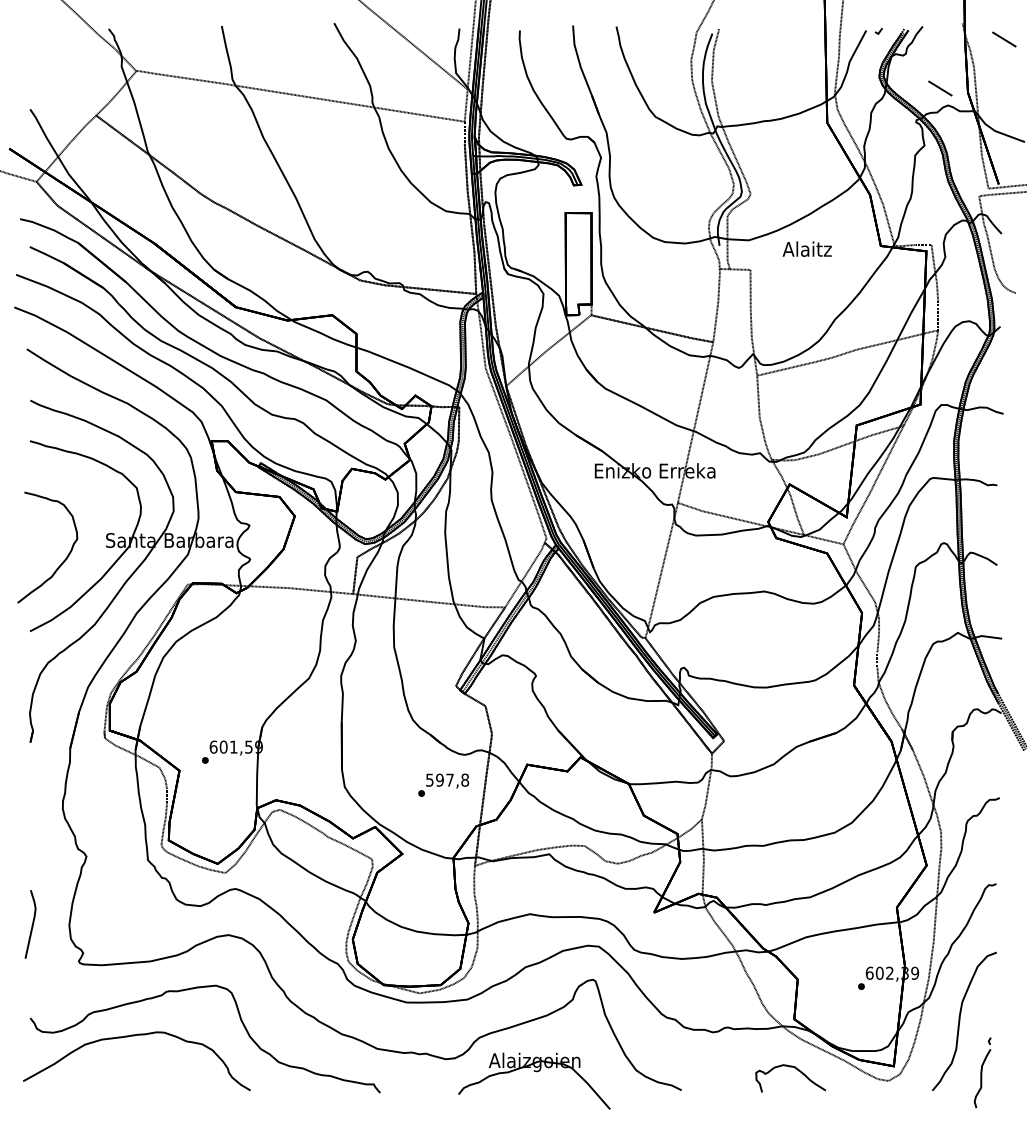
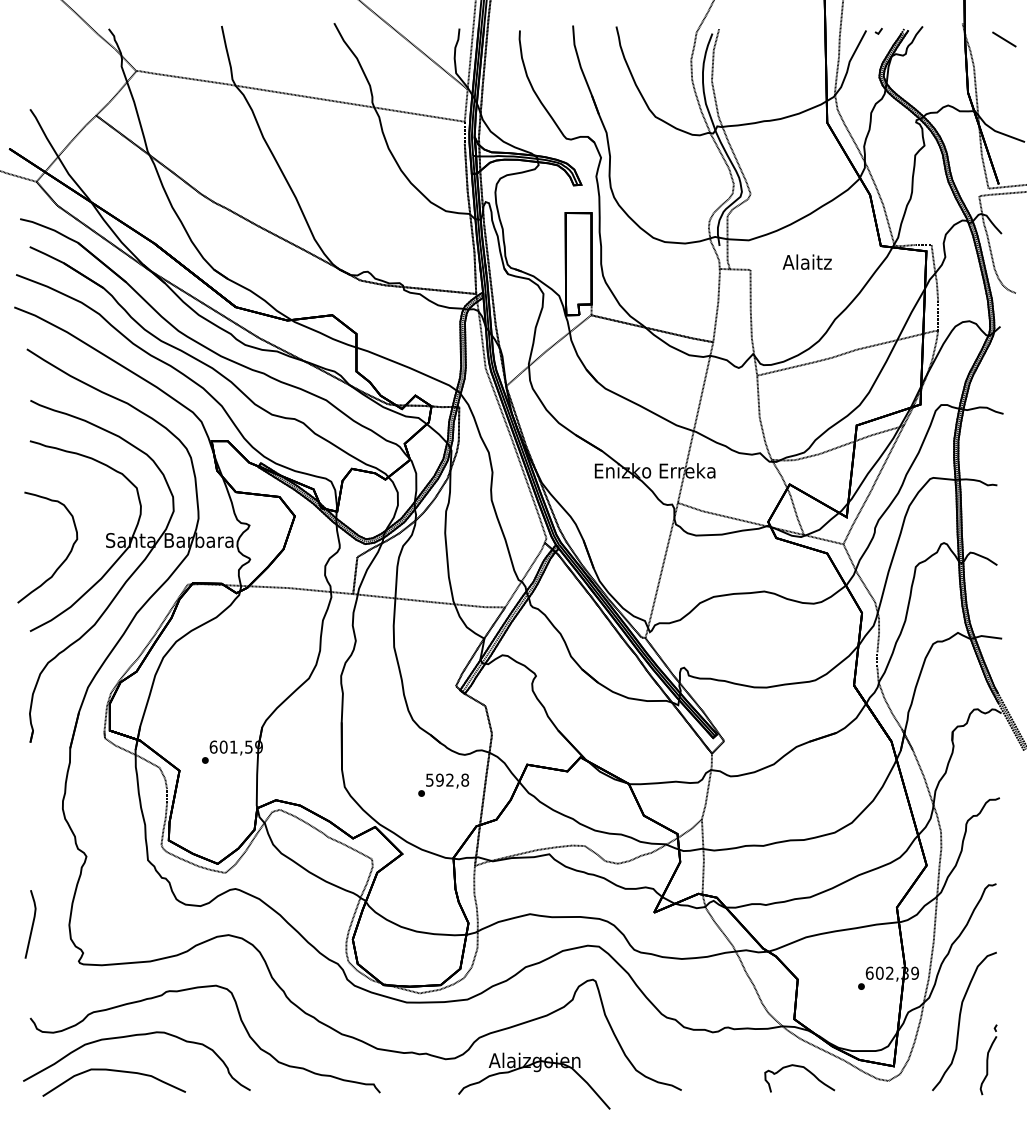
line at (940, 88): present -> none
text at (806, 248) position: (806, 248) -> (806, 261)
text at (449, 779): 597,8 -> 592,8
curve at (797, 1070) position: (797, 1070) -> (806, 1070)
curve at (113, 1071): none -> present
part at (982, 1072) position: (982, 1072) -> (988, 1059)
